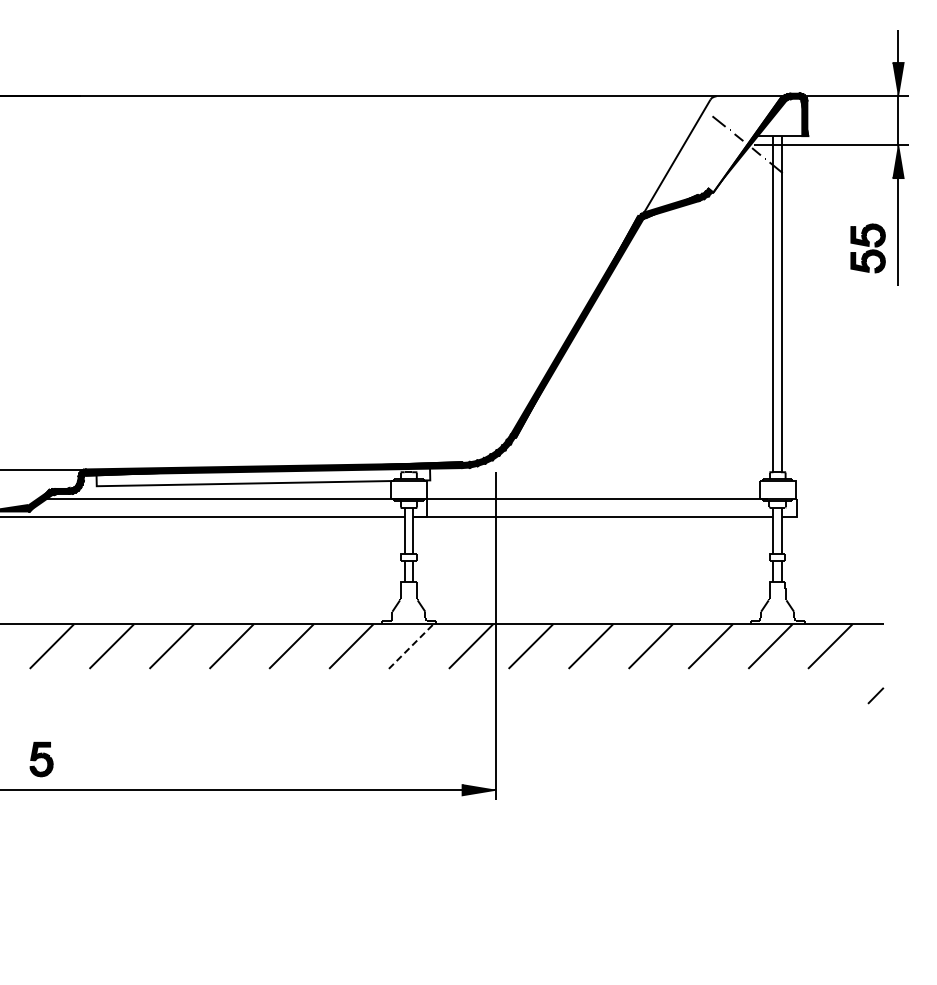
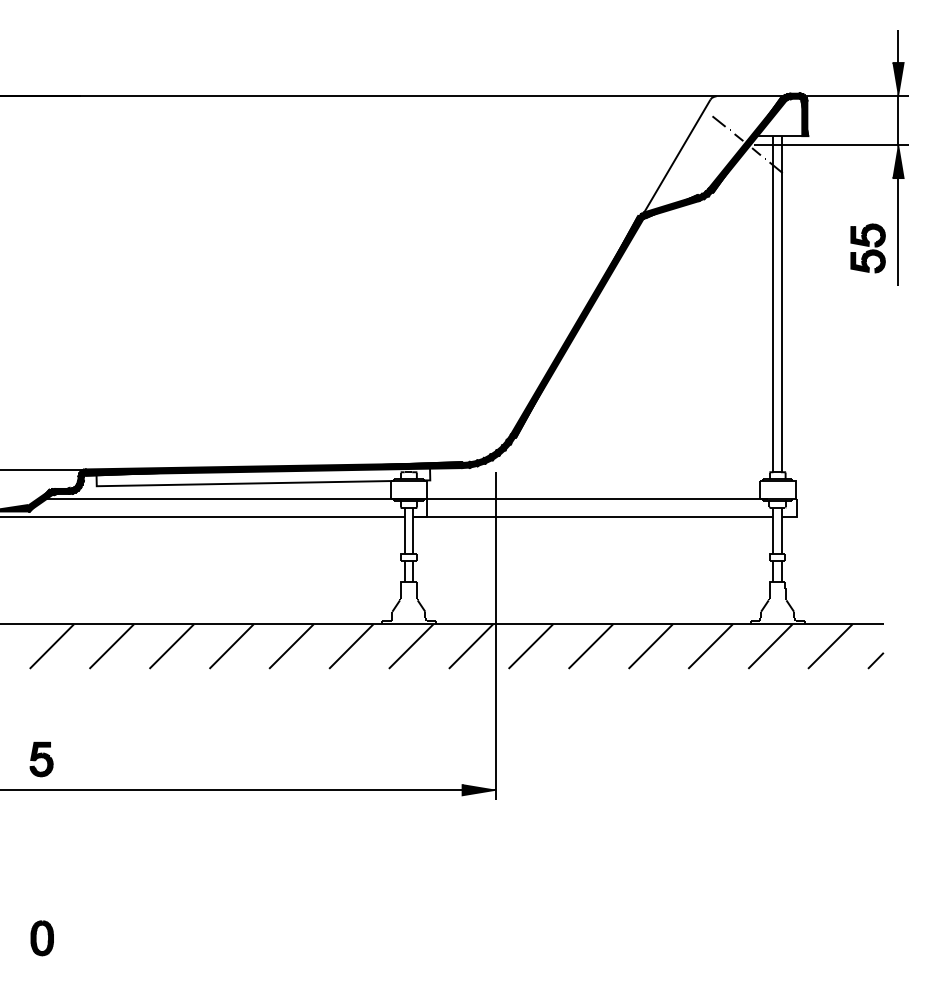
fill at (744, 144): none -> present
line at (411, 646): dashed -> solid
line at (875, 695) position: (875, 695) -> (875, 660)
part at (41, 938): none -> present
